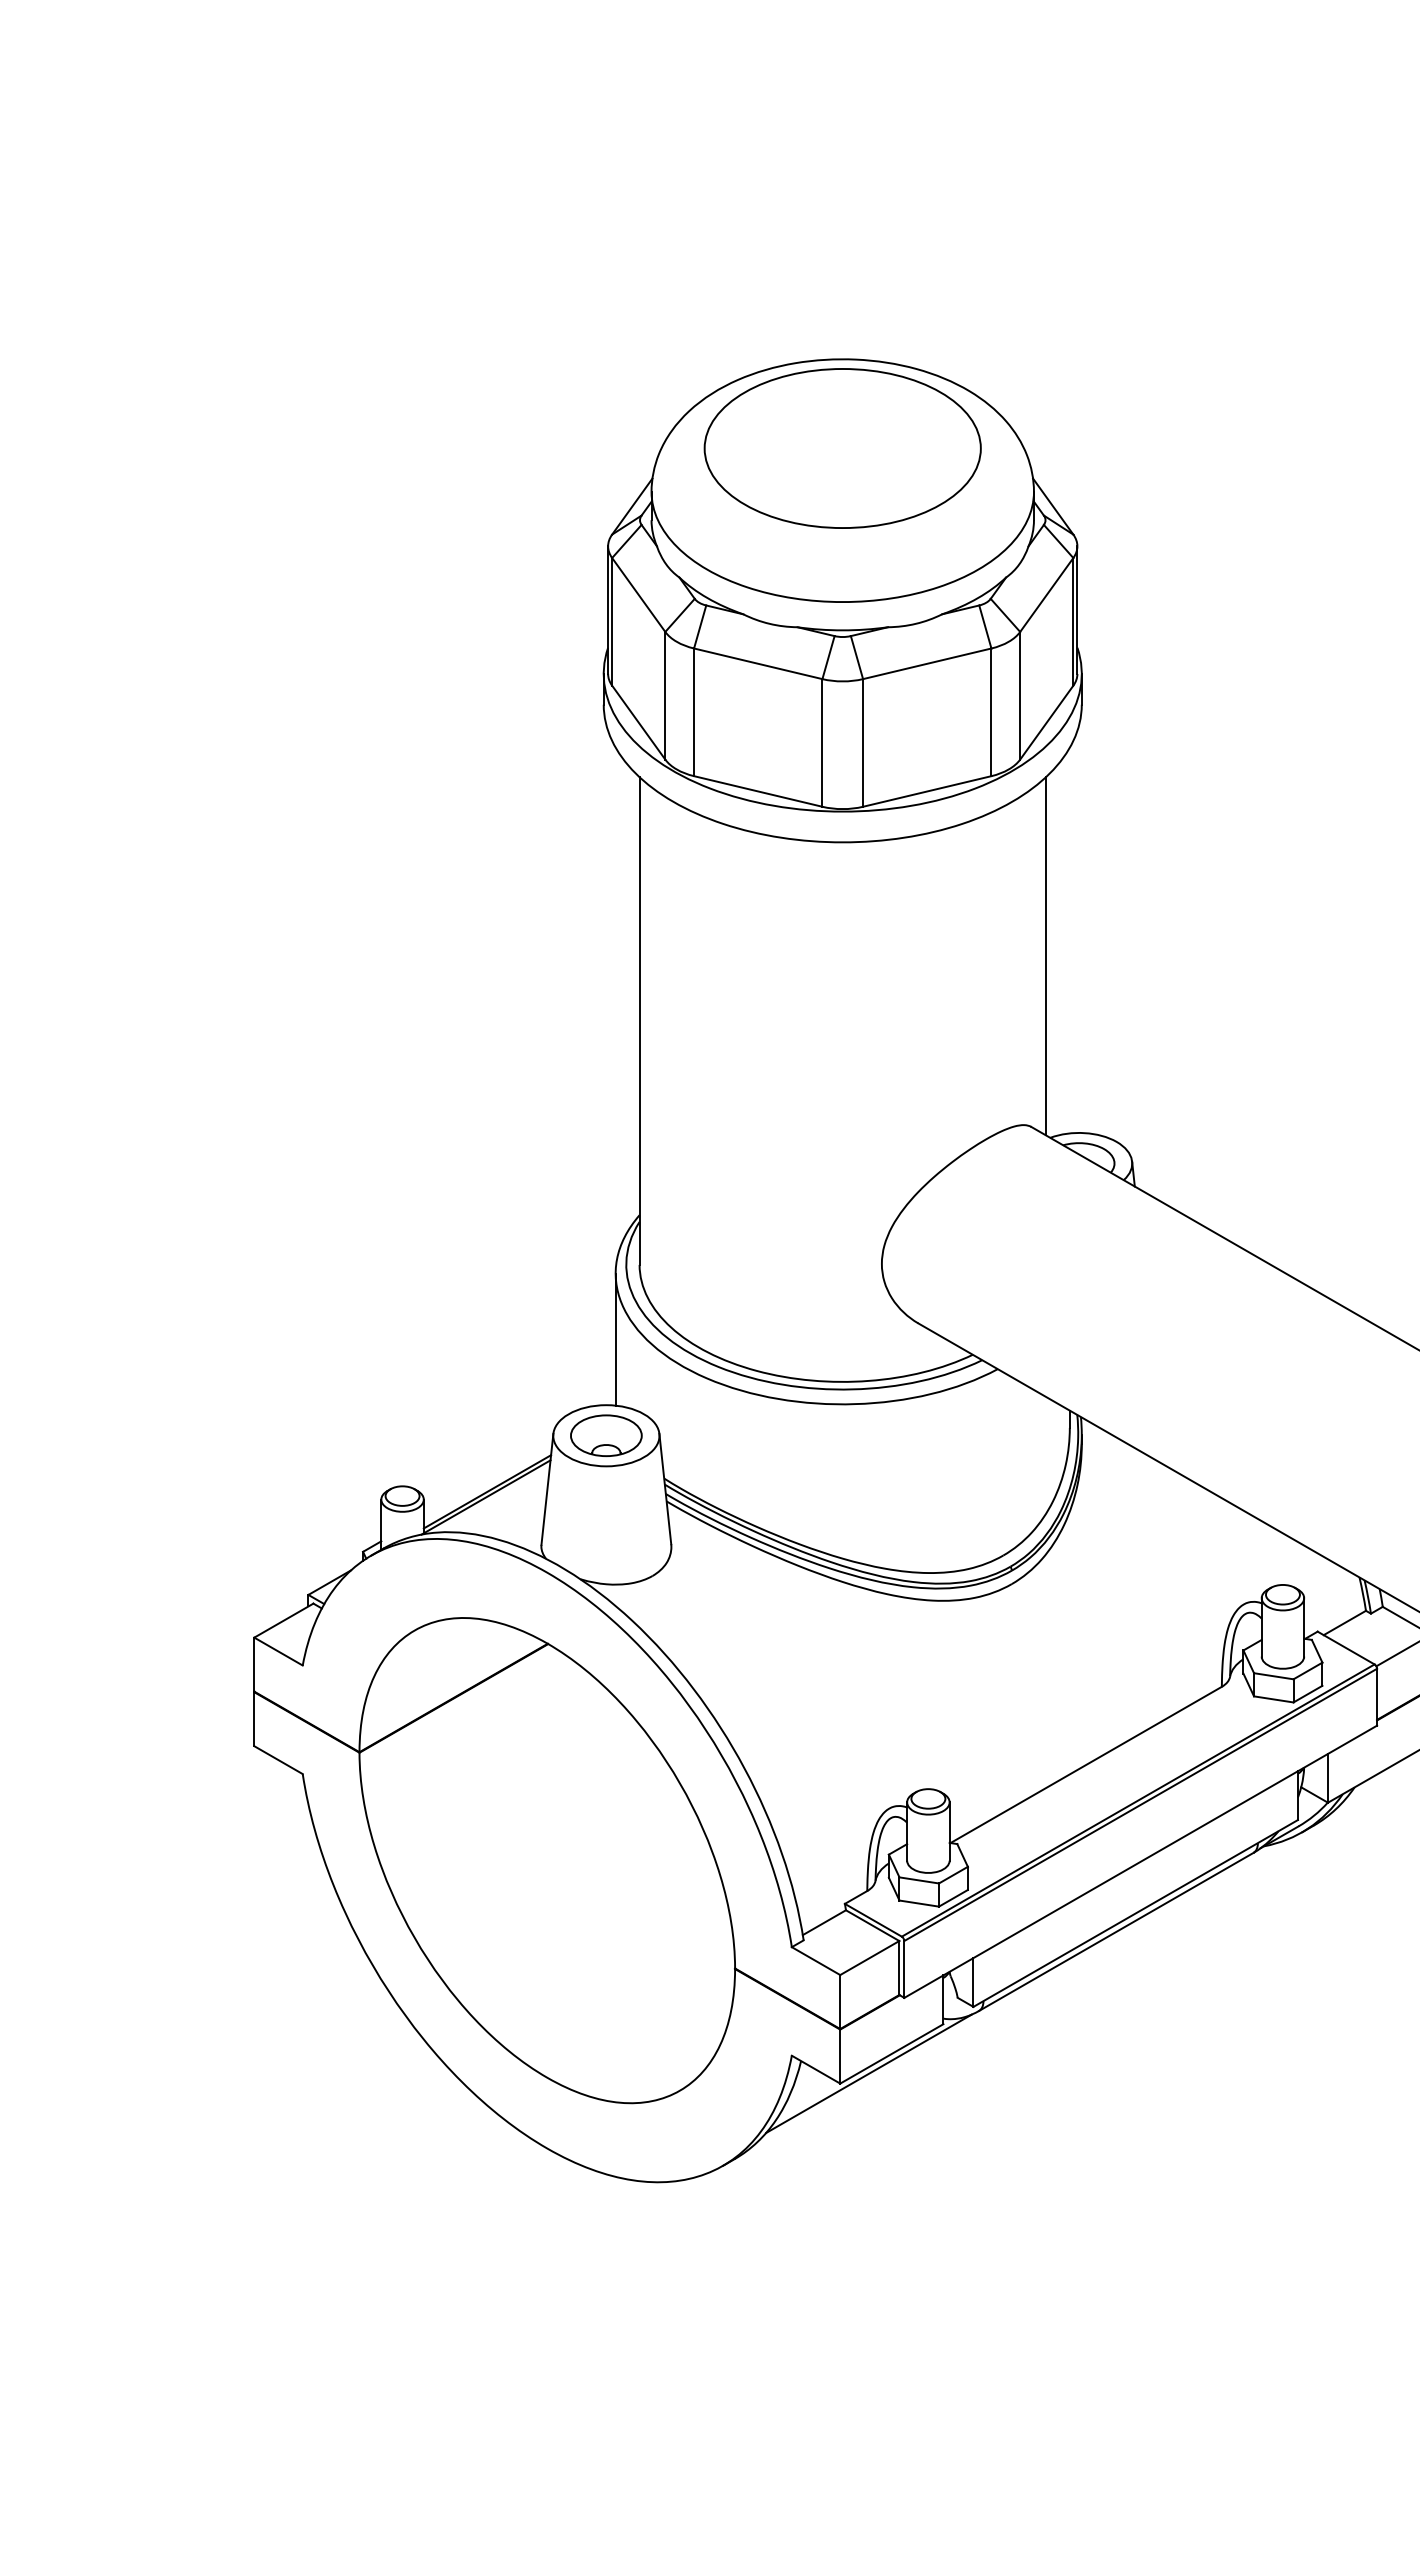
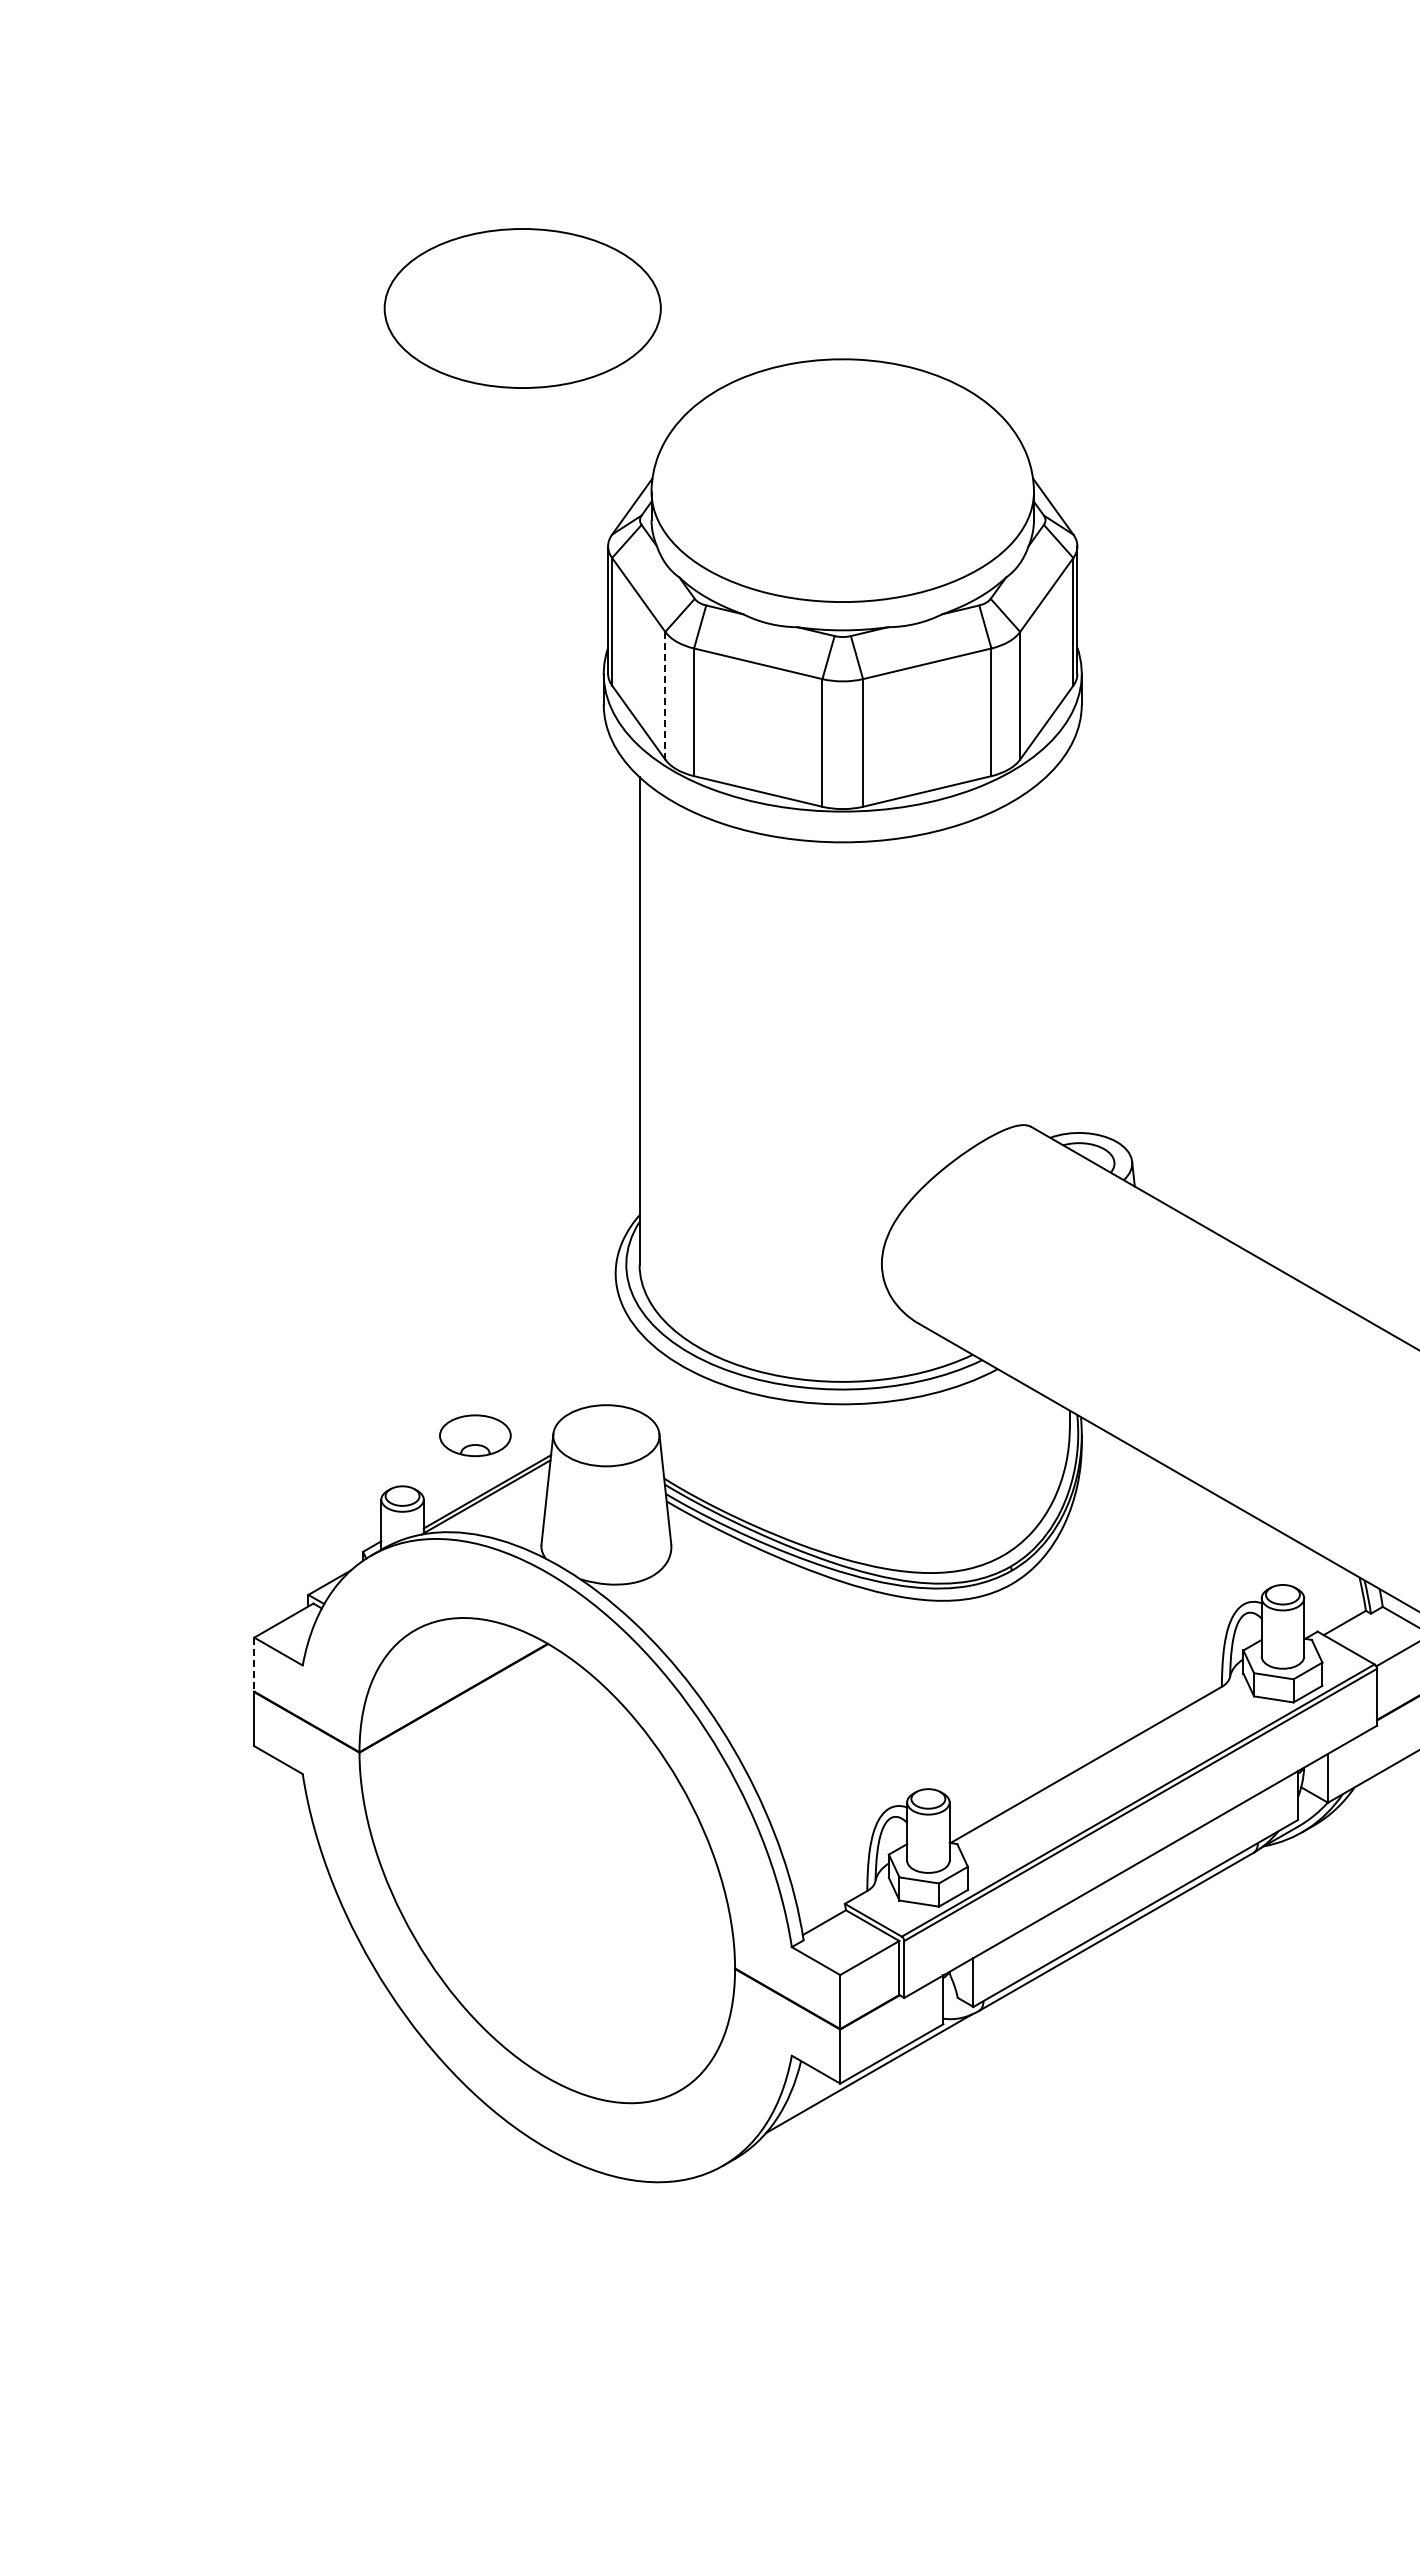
part at (842, 448) position: (842, 448) -> (522, 308)
line at (665, 695): solid -> dashed
line at (1045, 956): present -> none
line at (615, 1339): present -> none
part at (606, 1435) position: (606, 1435) -> (475, 1435)
line at (254, 1664): solid -> dashed
